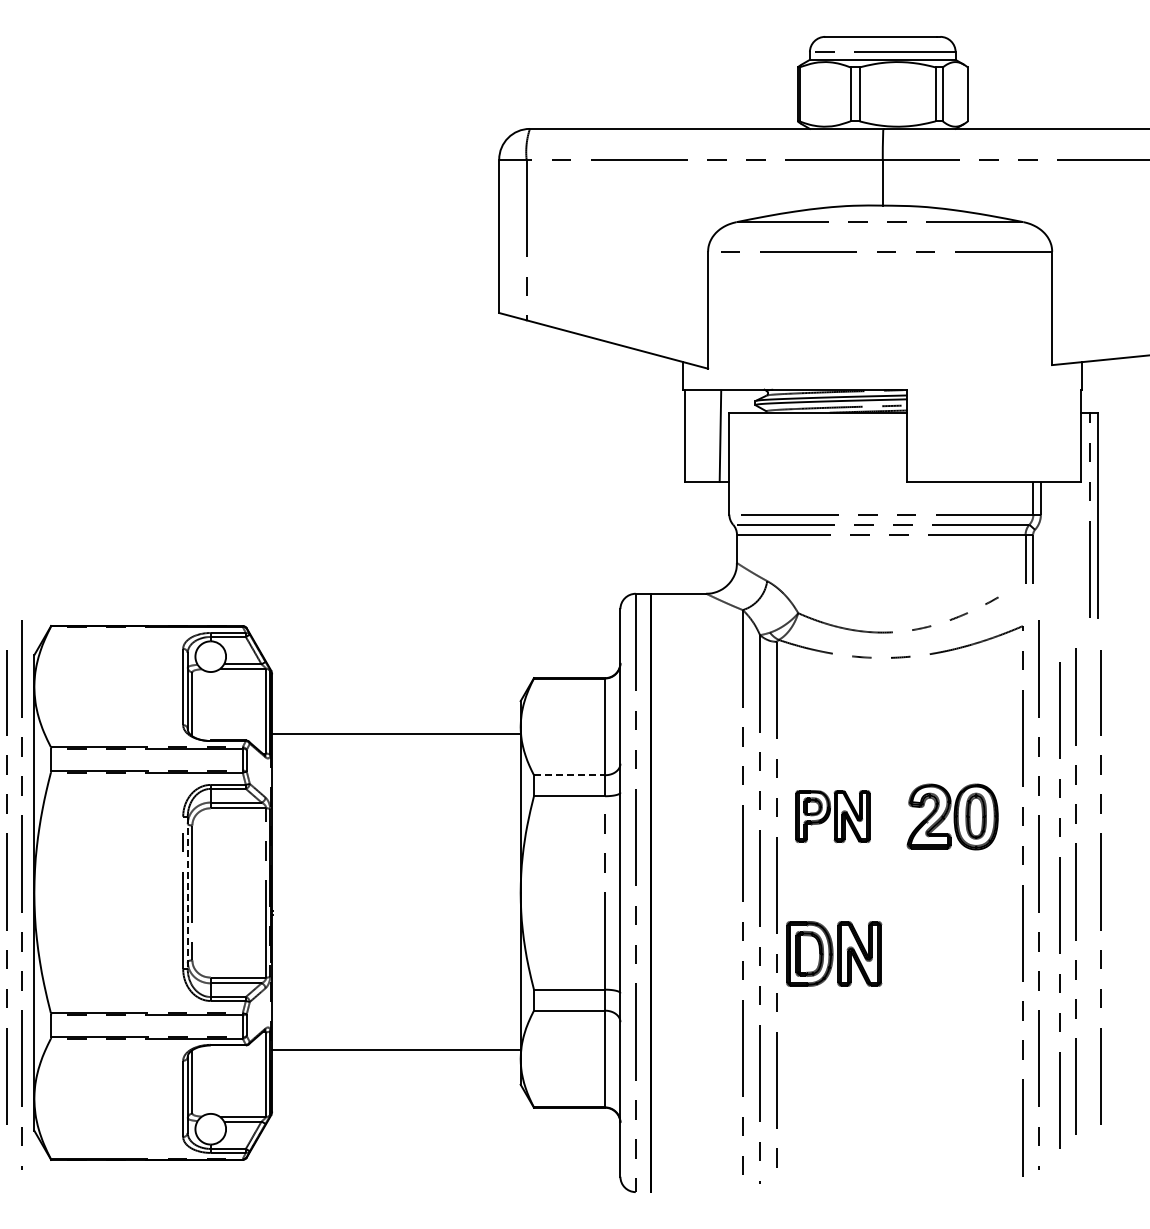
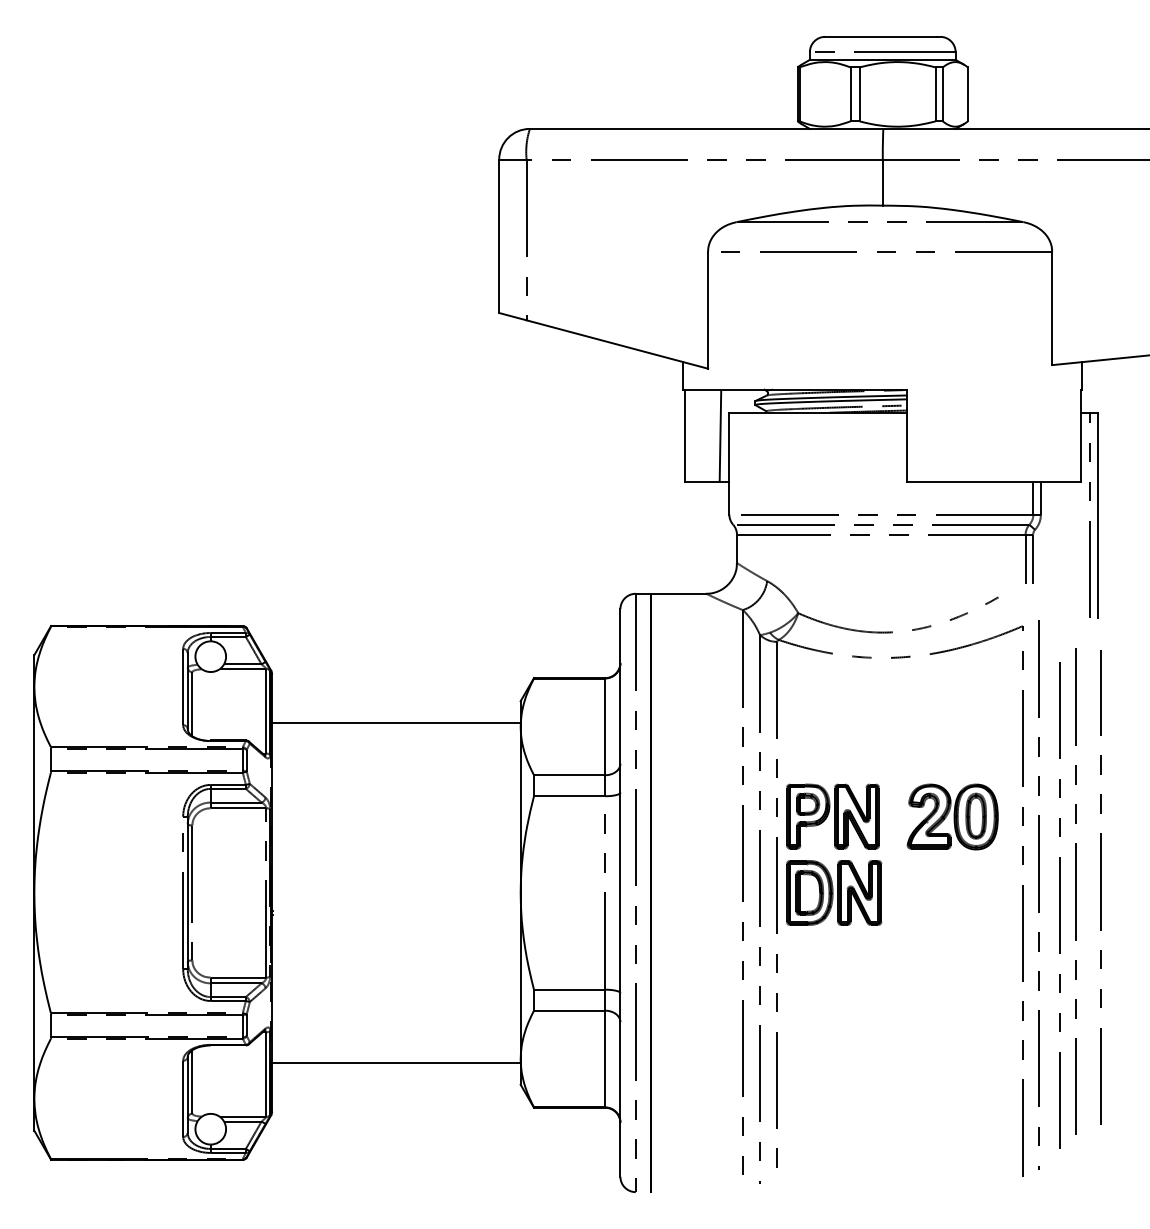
line at (396, 733) position: (396, 733) -> (396, 722)
line at (569, 775): dashed -> solid
part at (832, 816) size: 76x54 px -> 94x67 px
line at (6, 887): present -> none
line at (187, 893): dashed -> solid
line at (21, 894): present -> none
part at (834, 953) position: (834, 953) -> (834, 892)
line at (396, 1050) position: (396, 1050) -> (396, 1063)
